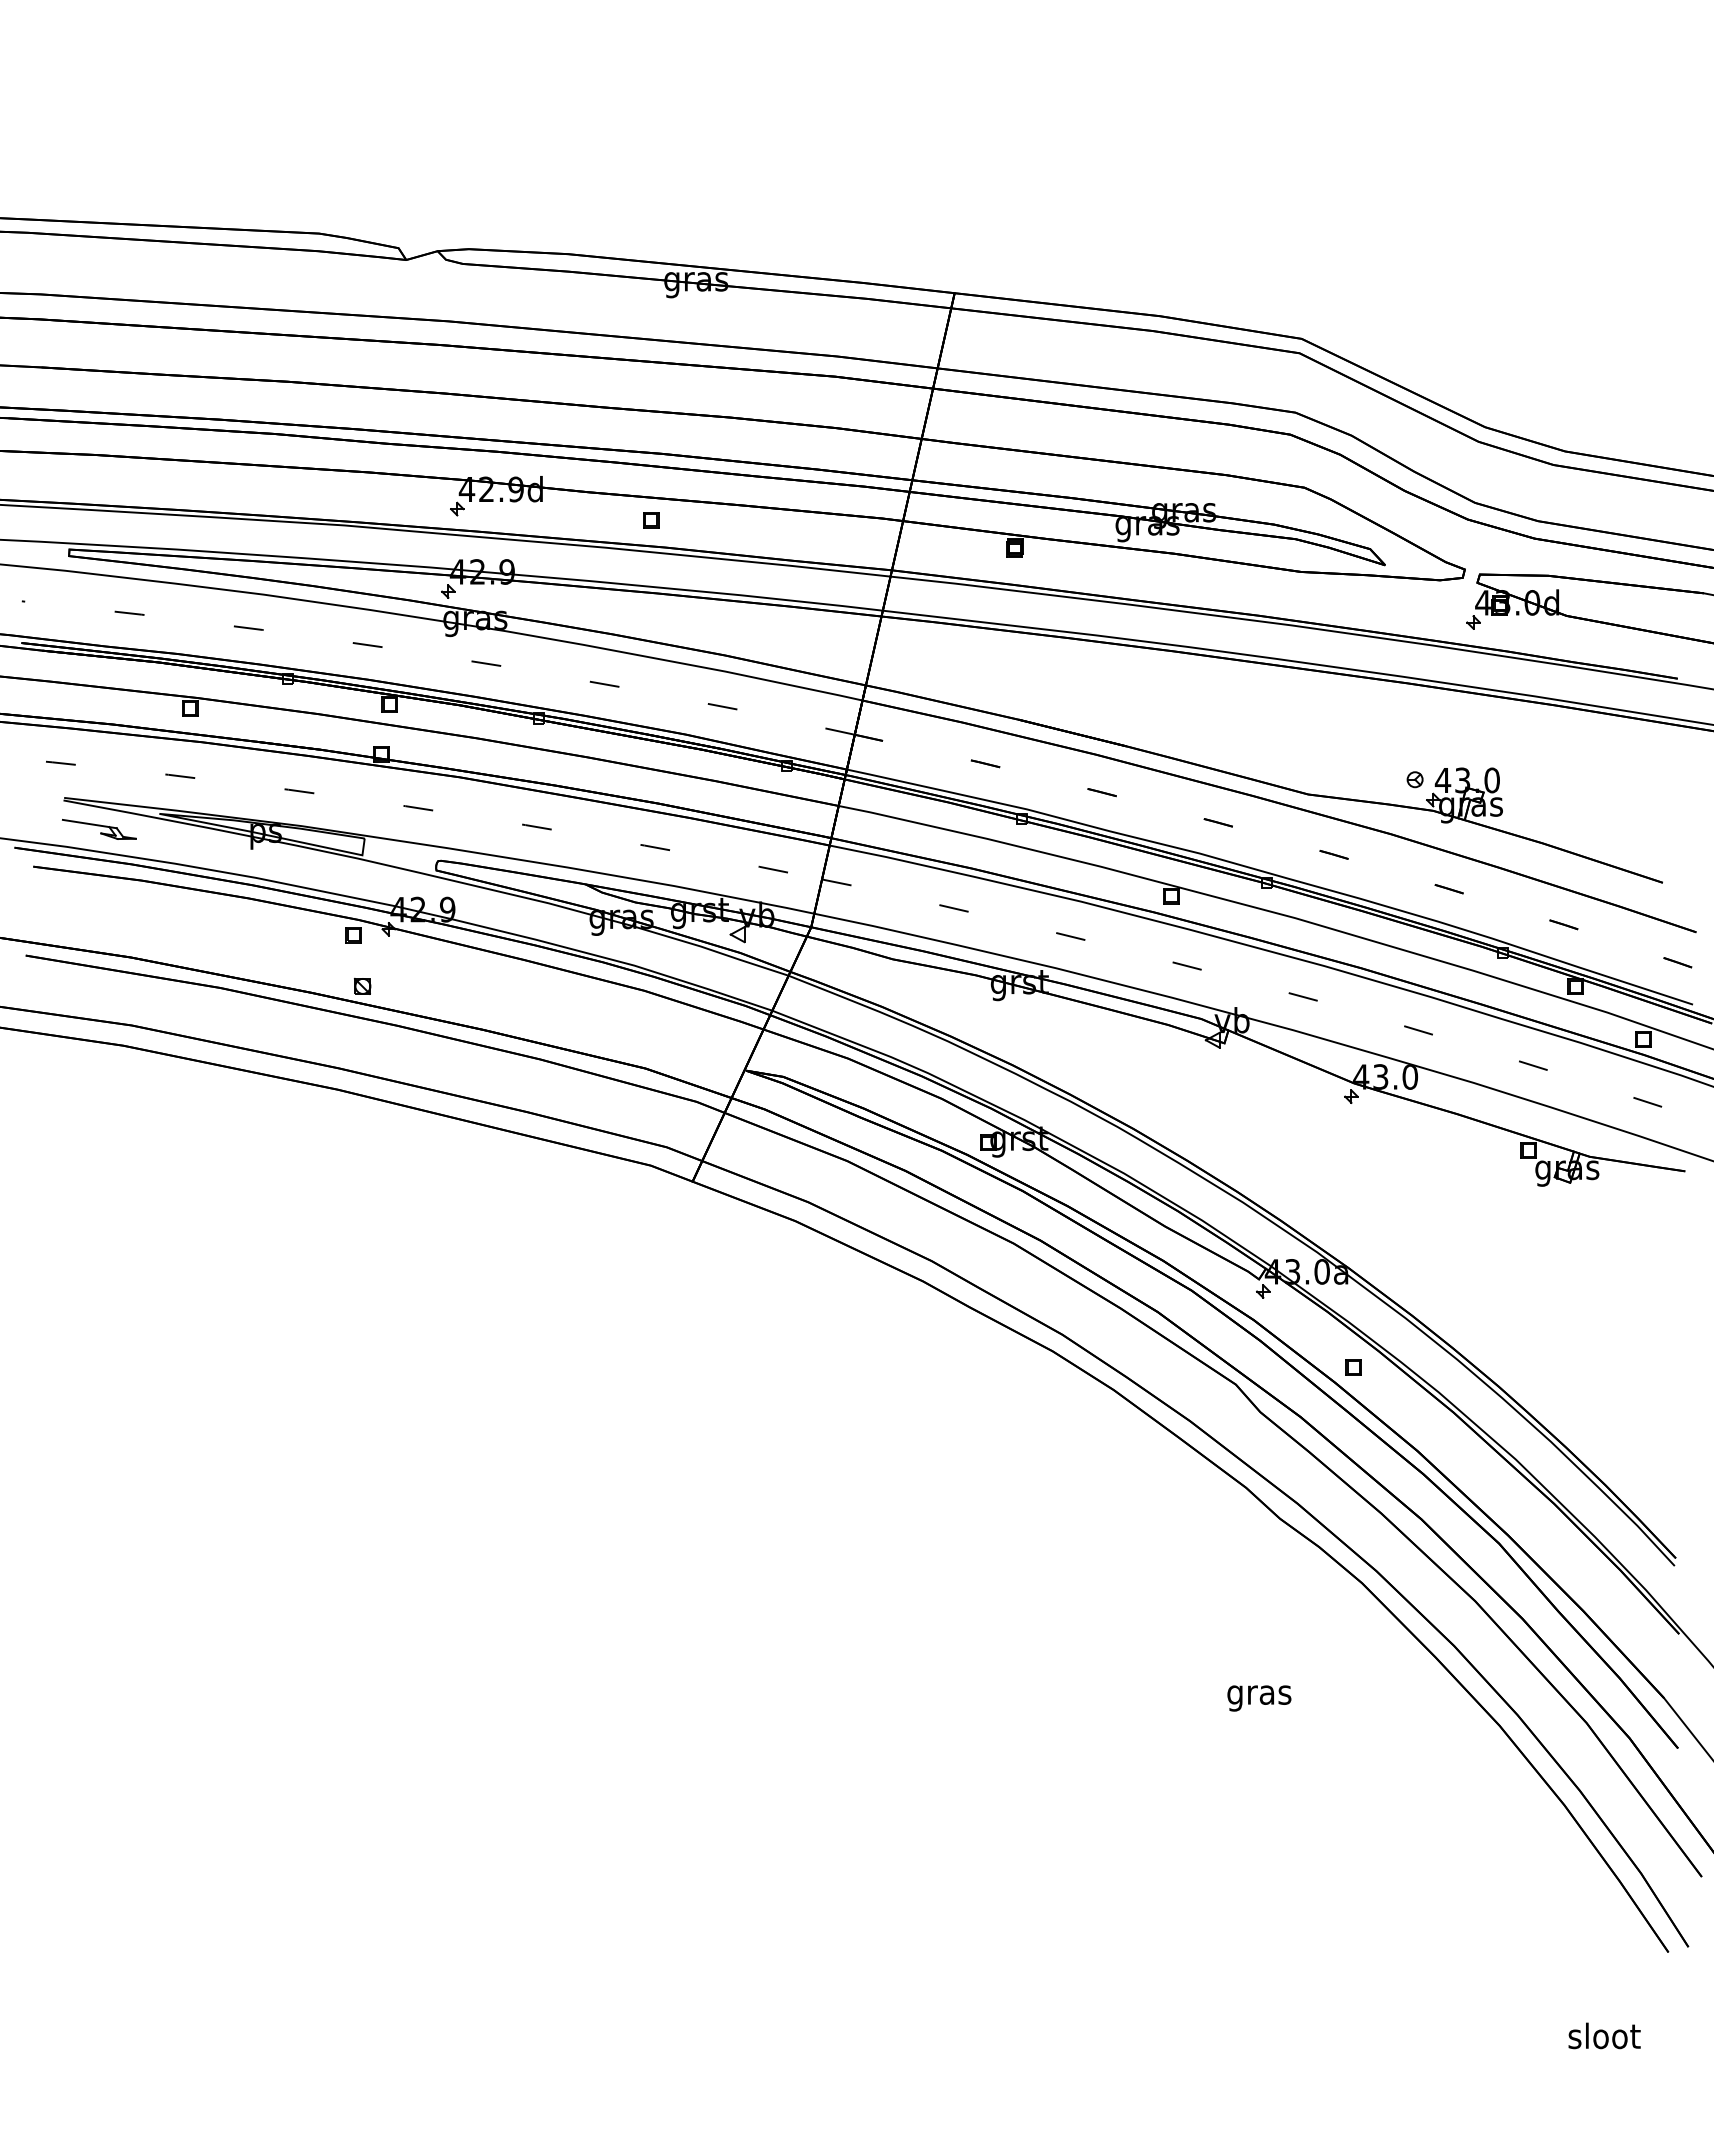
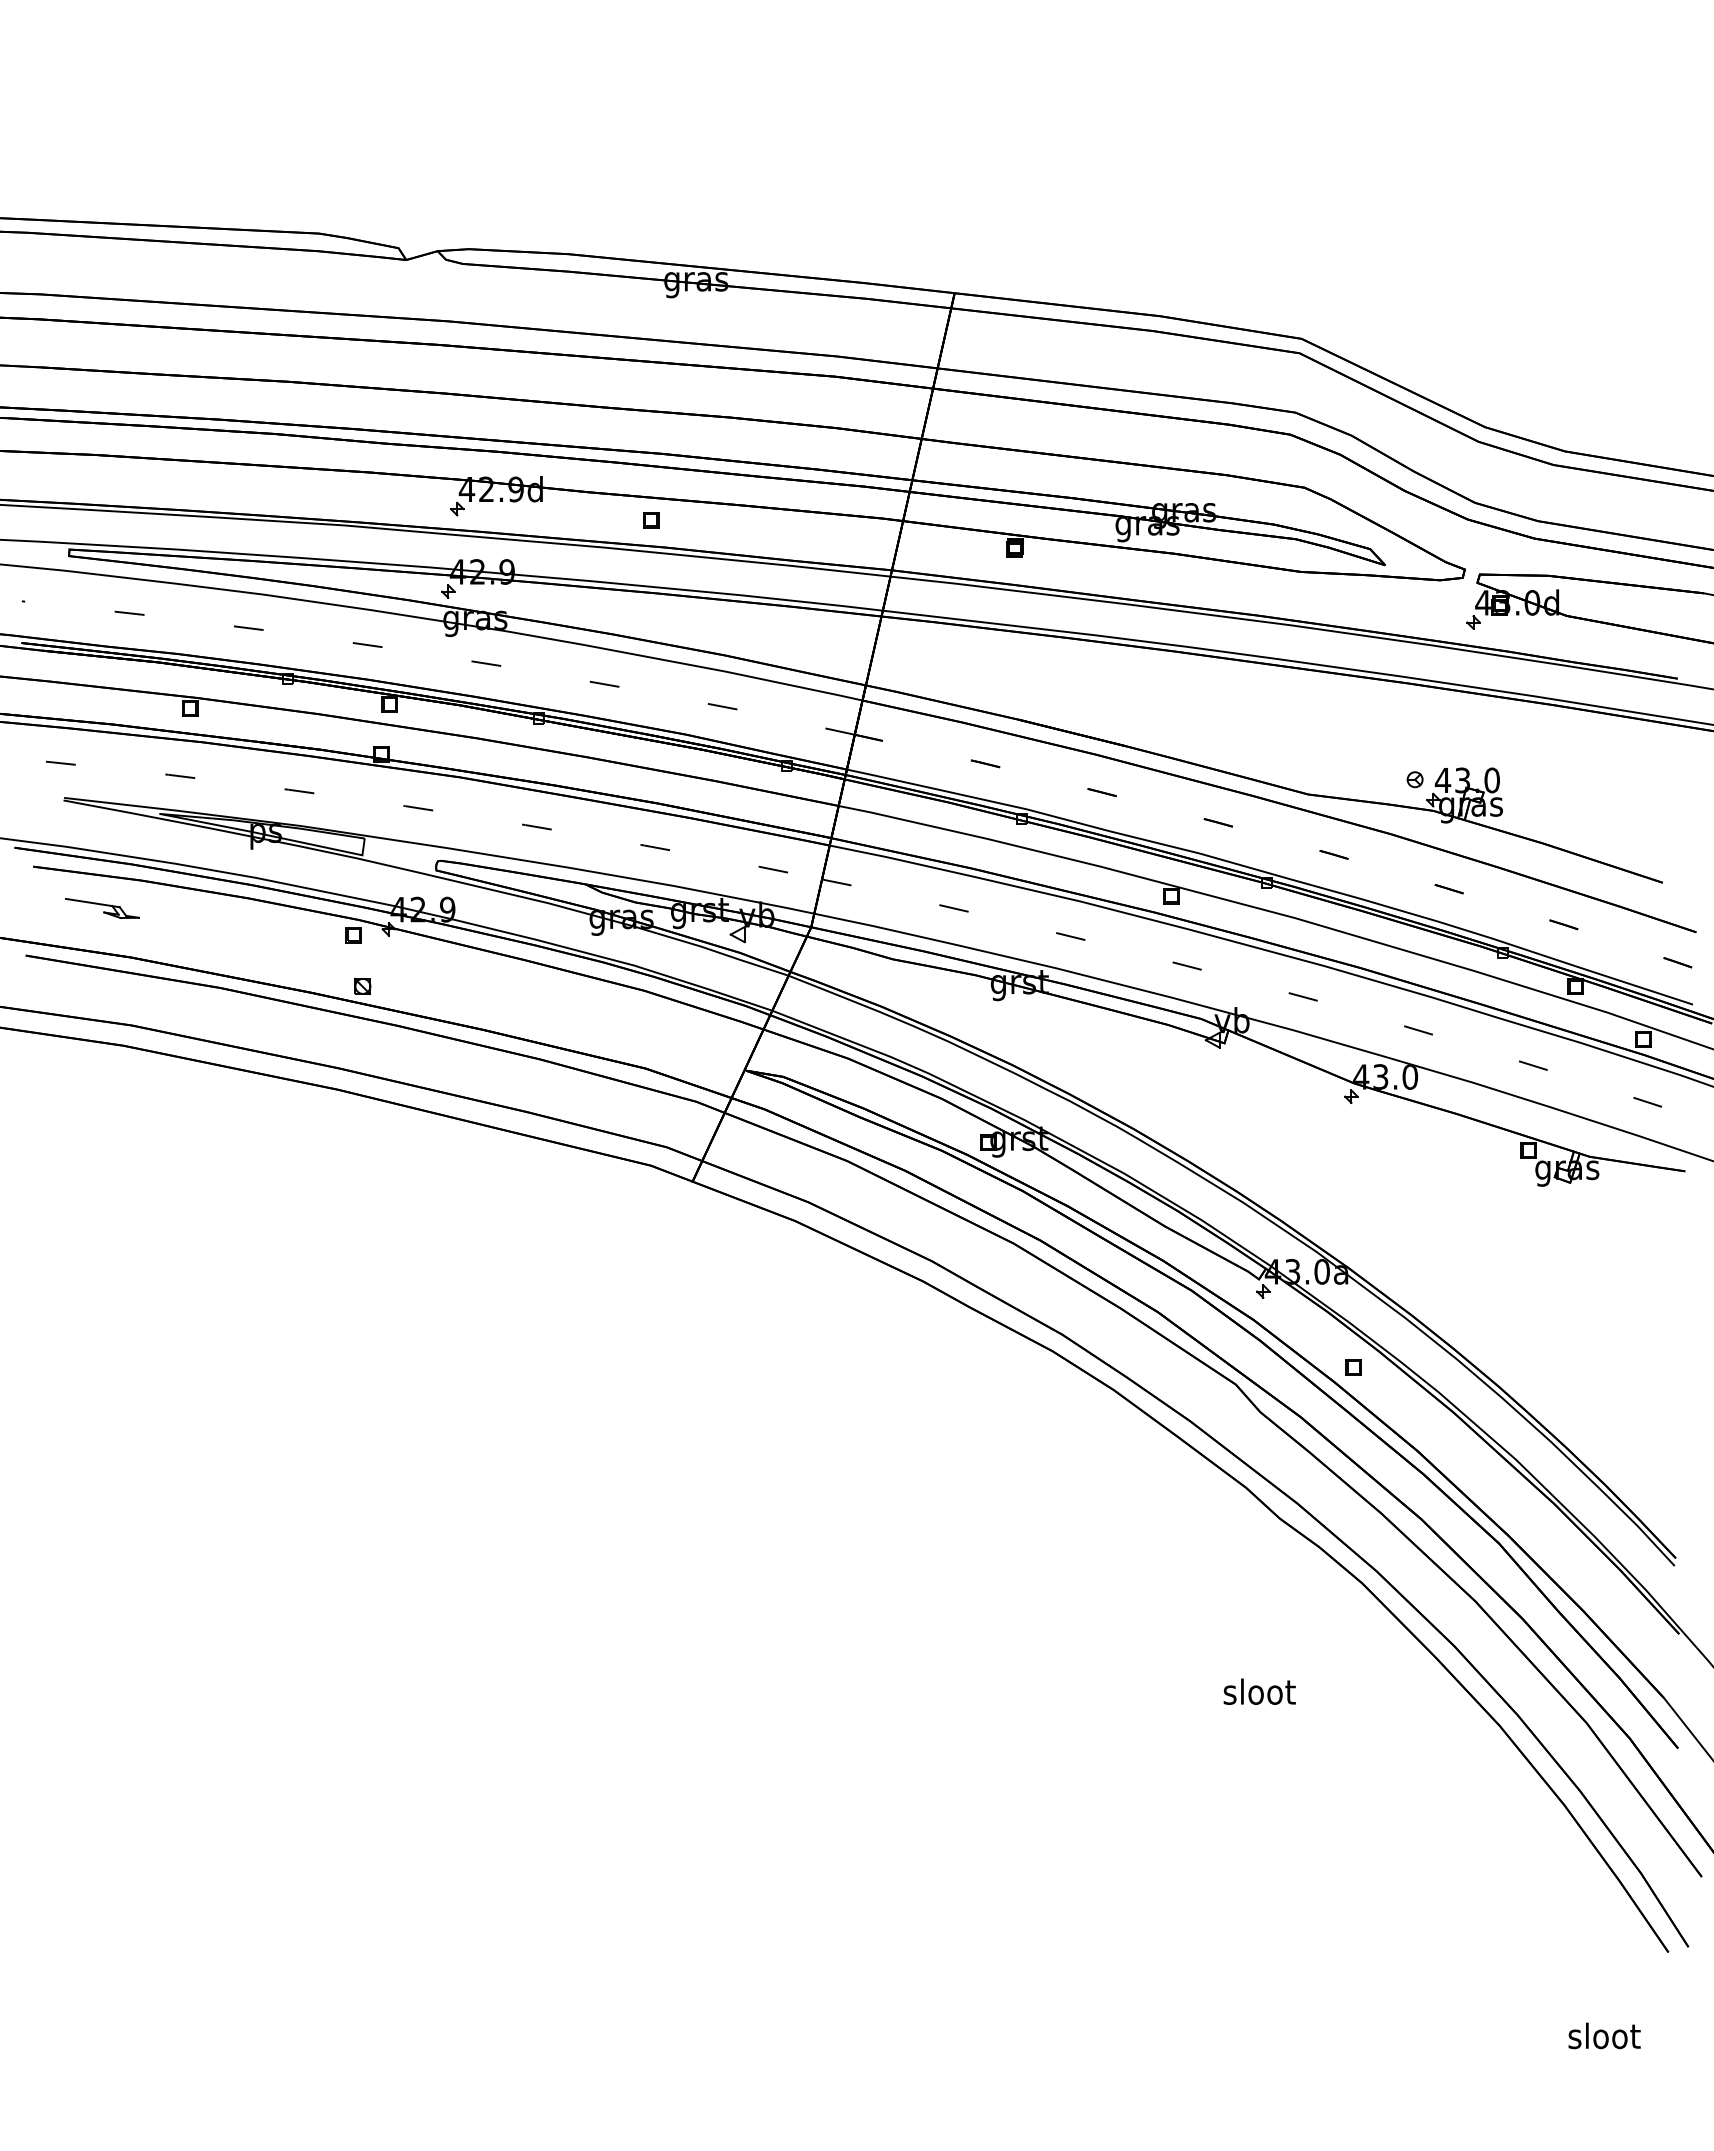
part at (99, 829) position: (99, 829) -> (102, 908)
text at (1259, 1694): gras -> sloot
